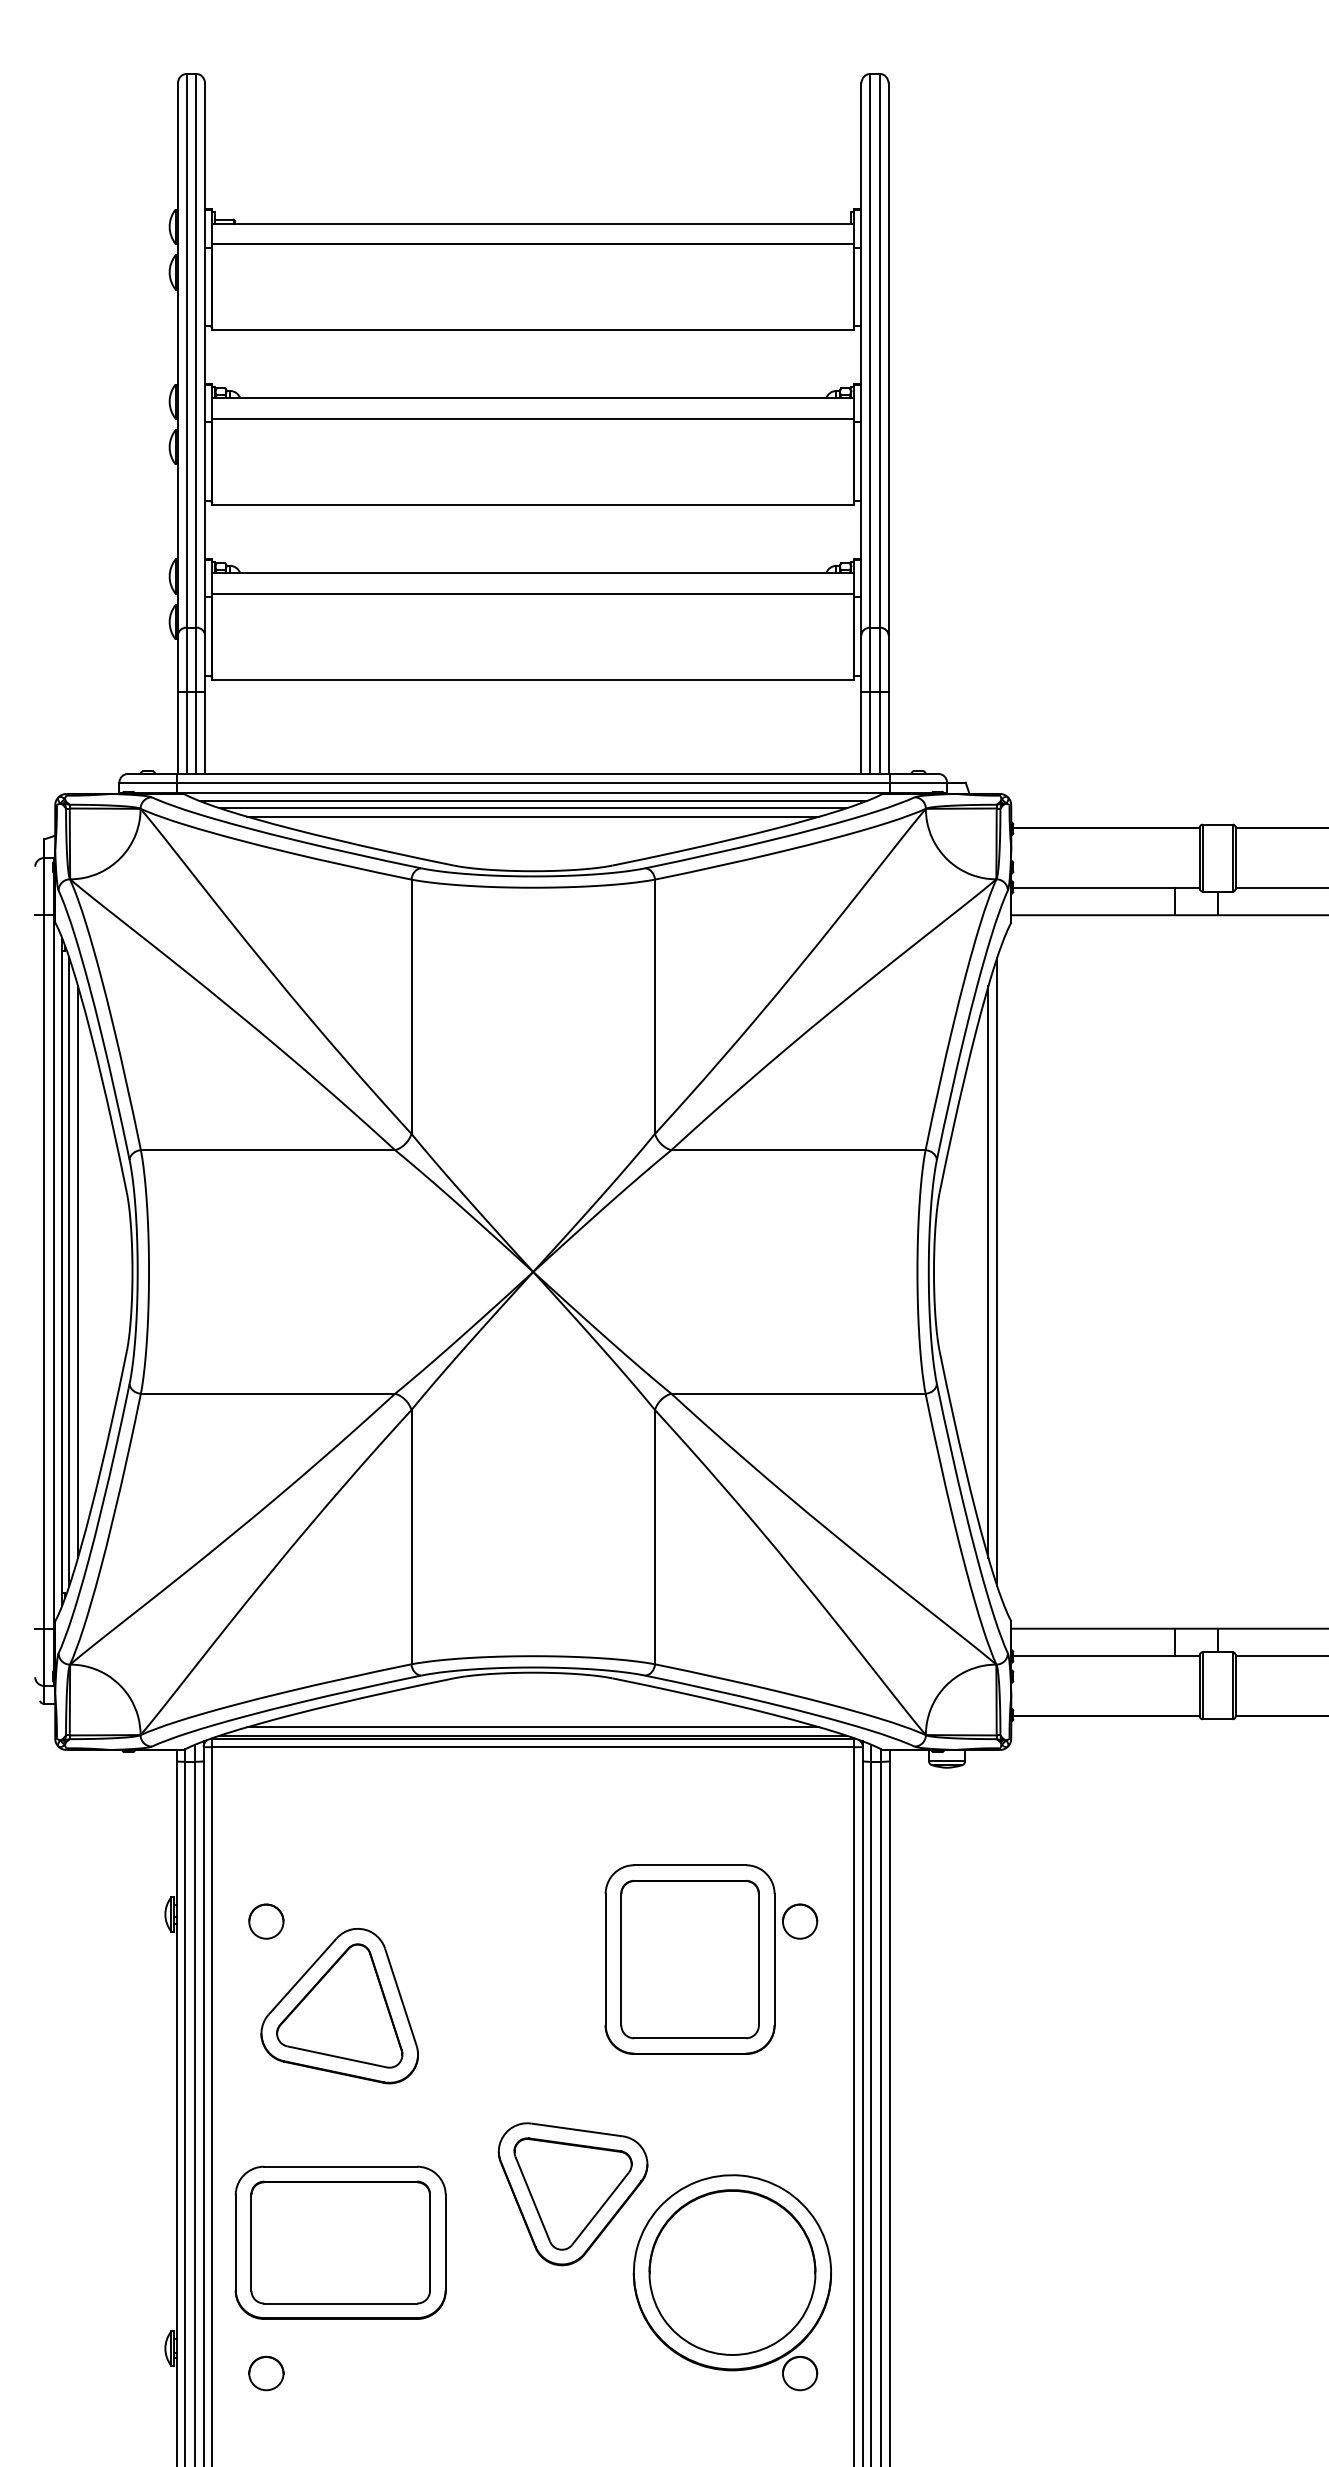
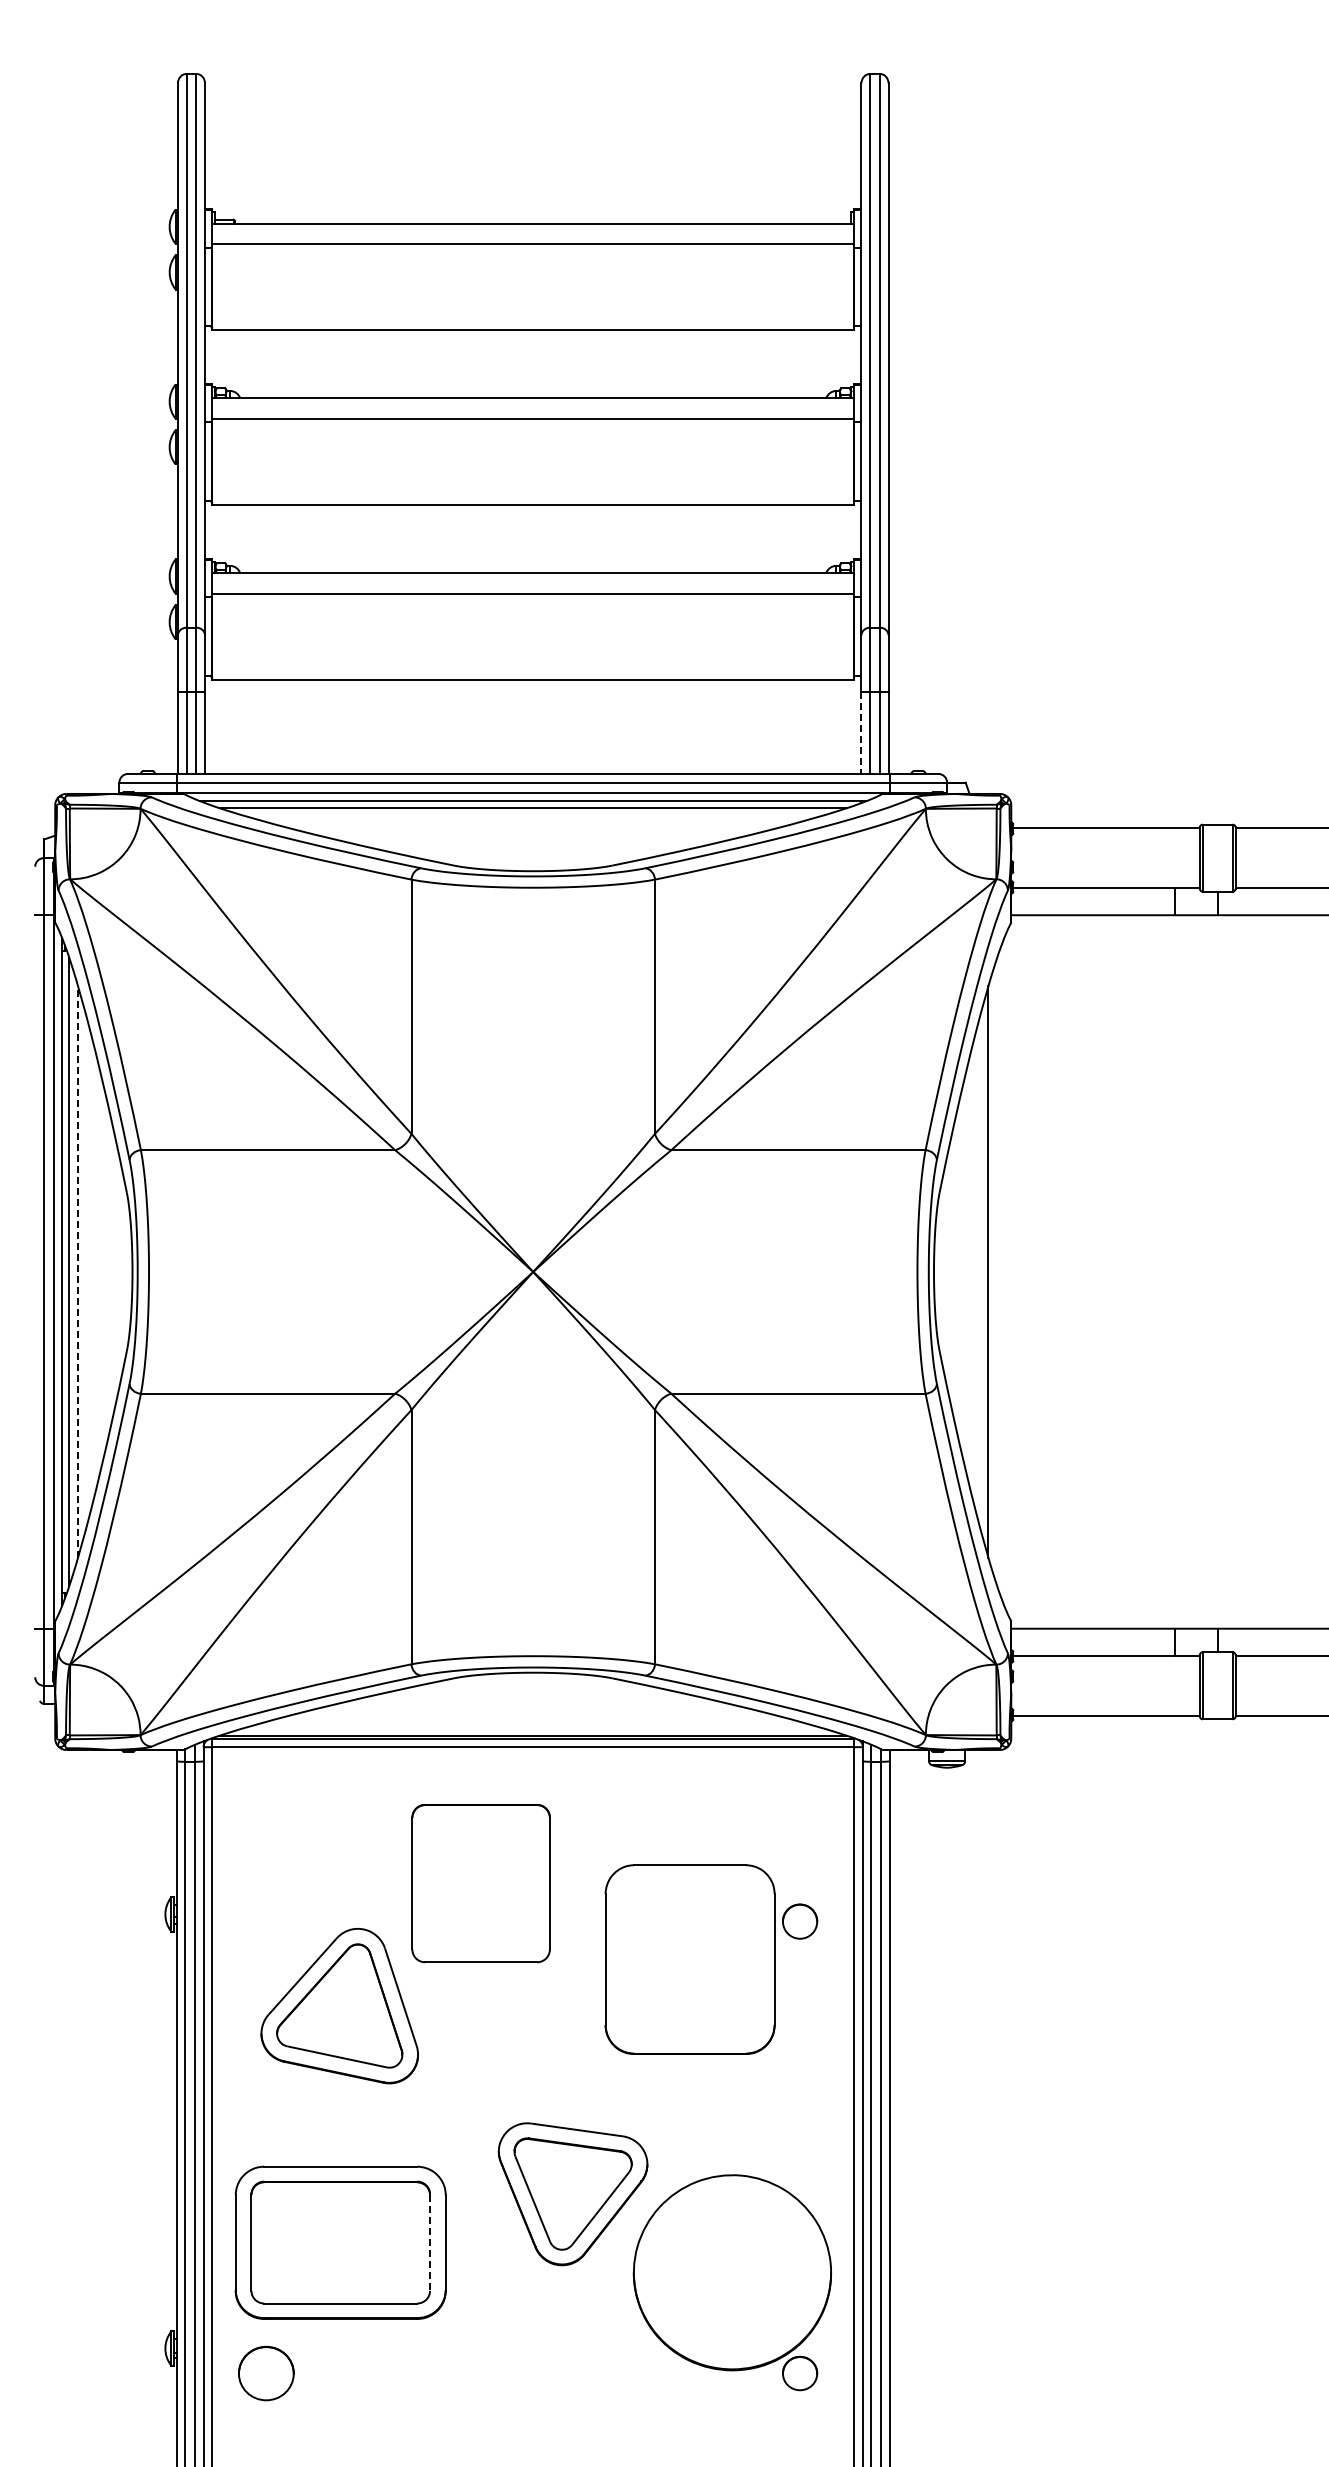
line at (861, 733): solid -> dashed
line at (533, 816): present -> none
line at (78, 1271): solid -> dashed
line at (997, 1271): present -> none
line at (533, 1727): present -> none
part at (266, 1921): present -> none
part at (689, 1959) position: (689, 1959) -> (480, 1883)
line at (430, 2242): solid -> dashed
part at (732, 2272): present -> none
part at (266, 2373) size: 37x37 px -> 57x57 px
